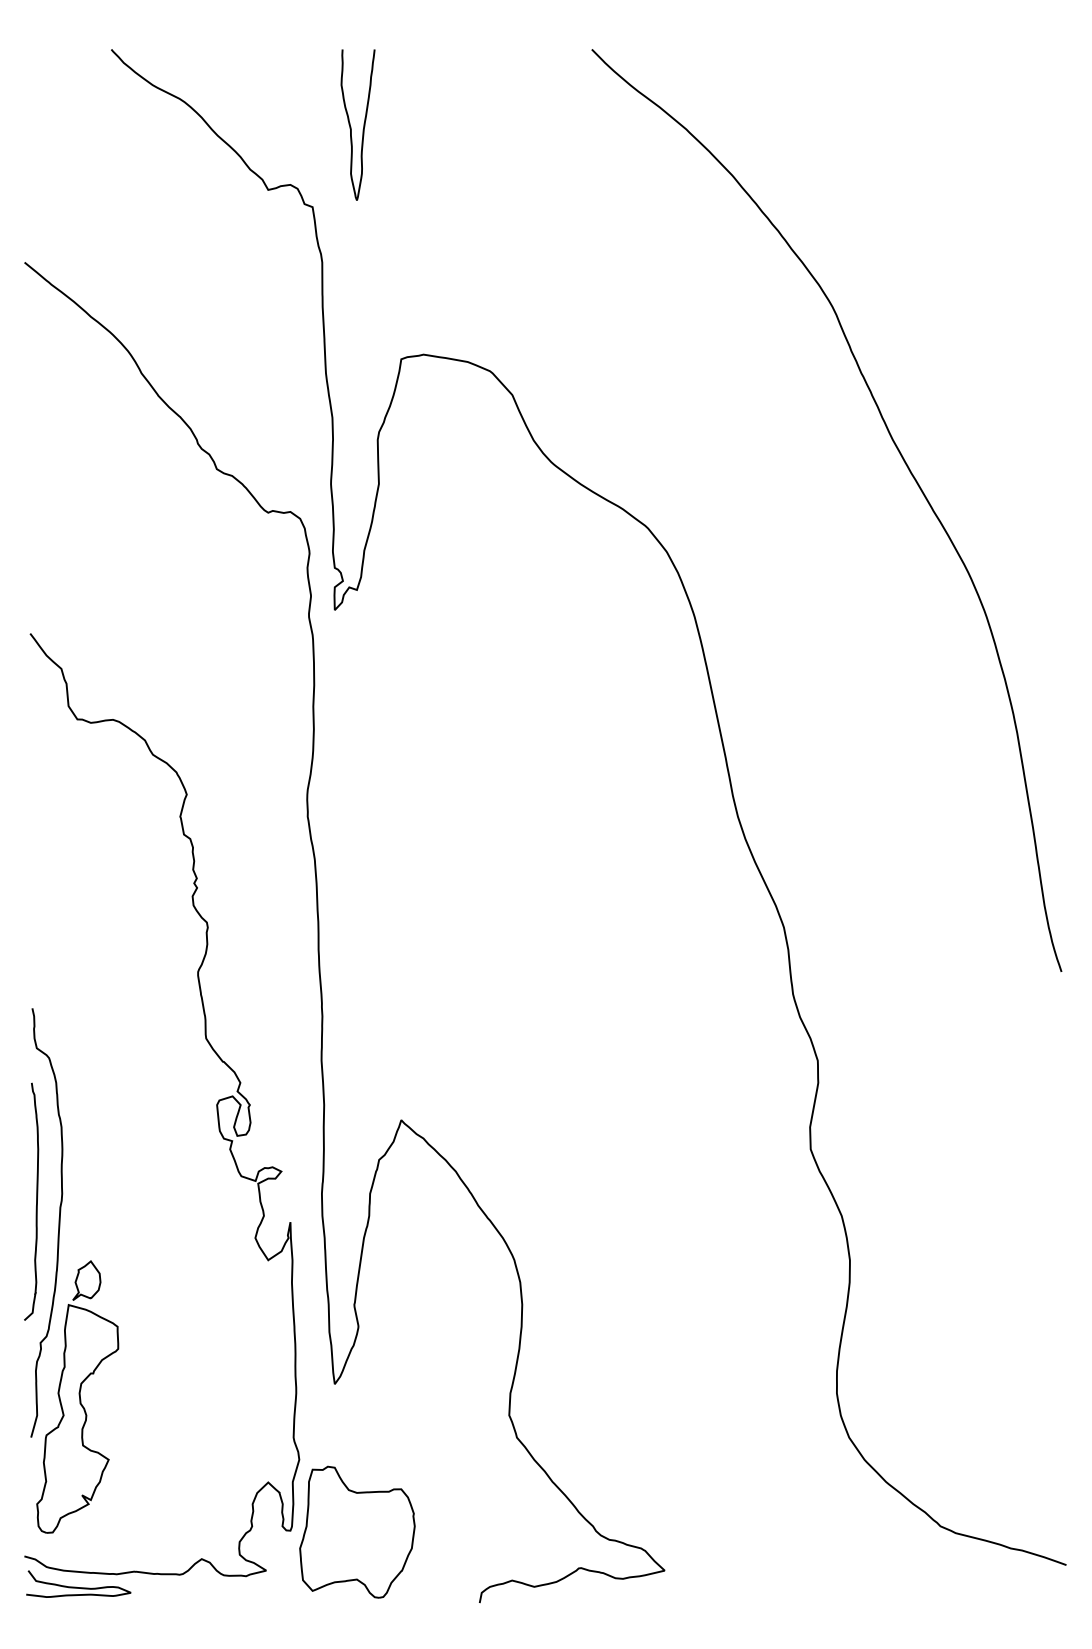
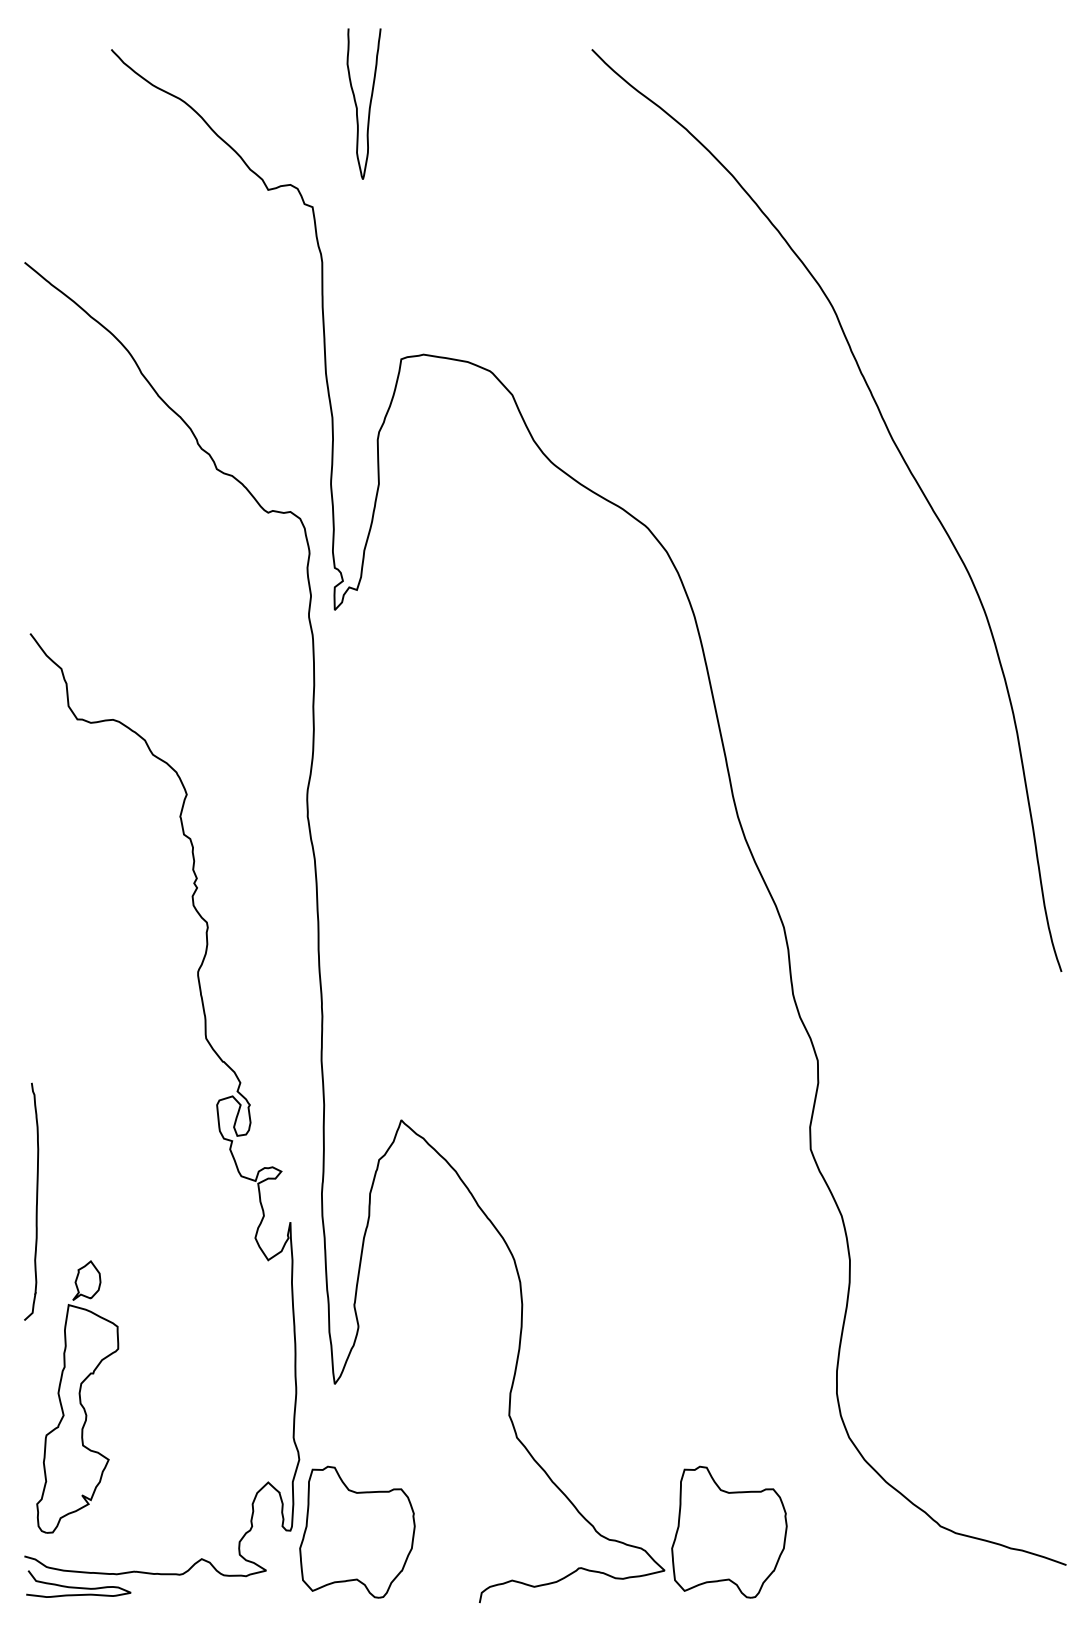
curve at (363, 124) position: (363, 124) -> (369, 103)
curve at (58, 1222): present -> none
part at (729, 1531): none -> present
